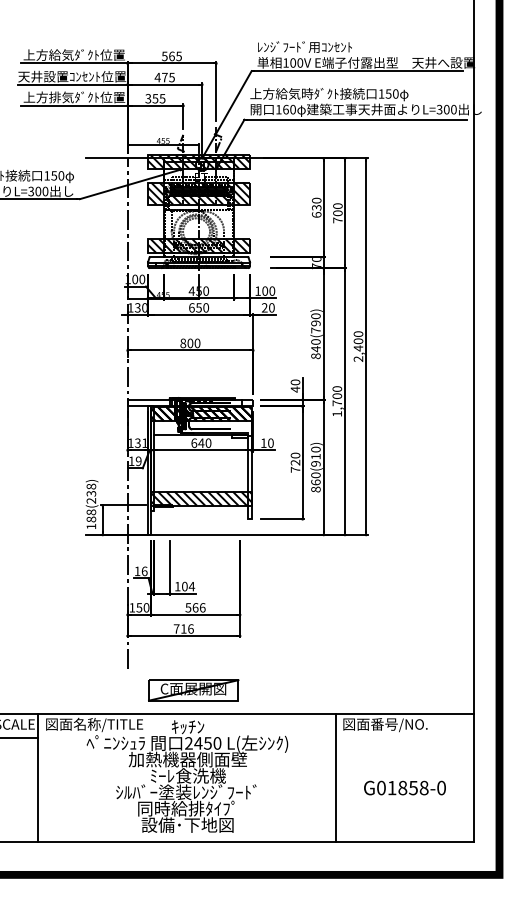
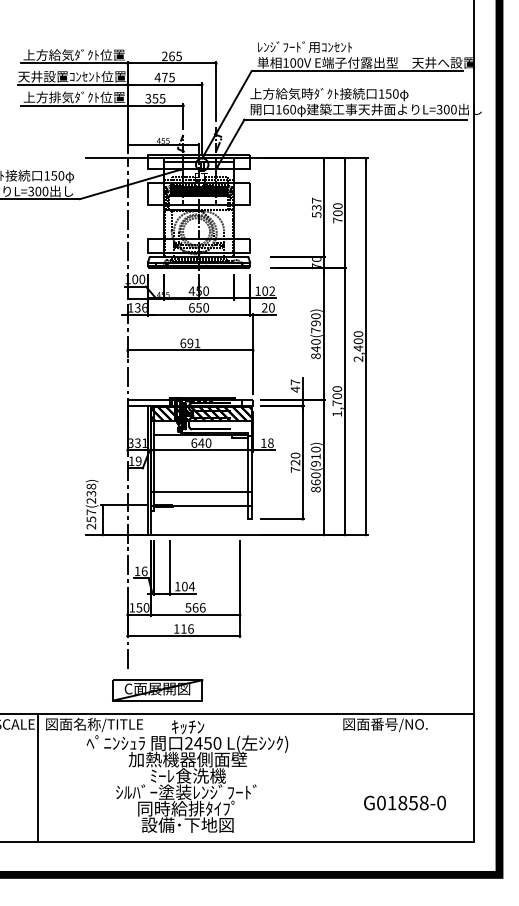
text at (164, 56): 565 -> 265
hatch at (199, 162): present -> none
hatch at (199, 193): present -> none
text at (316, 207): 630 -> 537
hatch at (199, 246): present -> none
text at (272, 290): 100 -> 102
text at (144, 307): 130 -> 136
text at (190, 343): 800 -> 691
text at (295, 382): 40 -> 47
text at (131, 442): 131 -> 331
text at (270, 443): 10 -> 18
hatch at (201, 498): present -> none
text at (91, 519): 188(238) -> 257(238)
text at (176, 628): 716 -> 116
part at (193, 690) position: (193, 690) -> (157, 690)
line at (19, 737): present -> none
line at (335, 777): present -> none
text at (404, 787) position: (404, 787) -> (404, 802)
